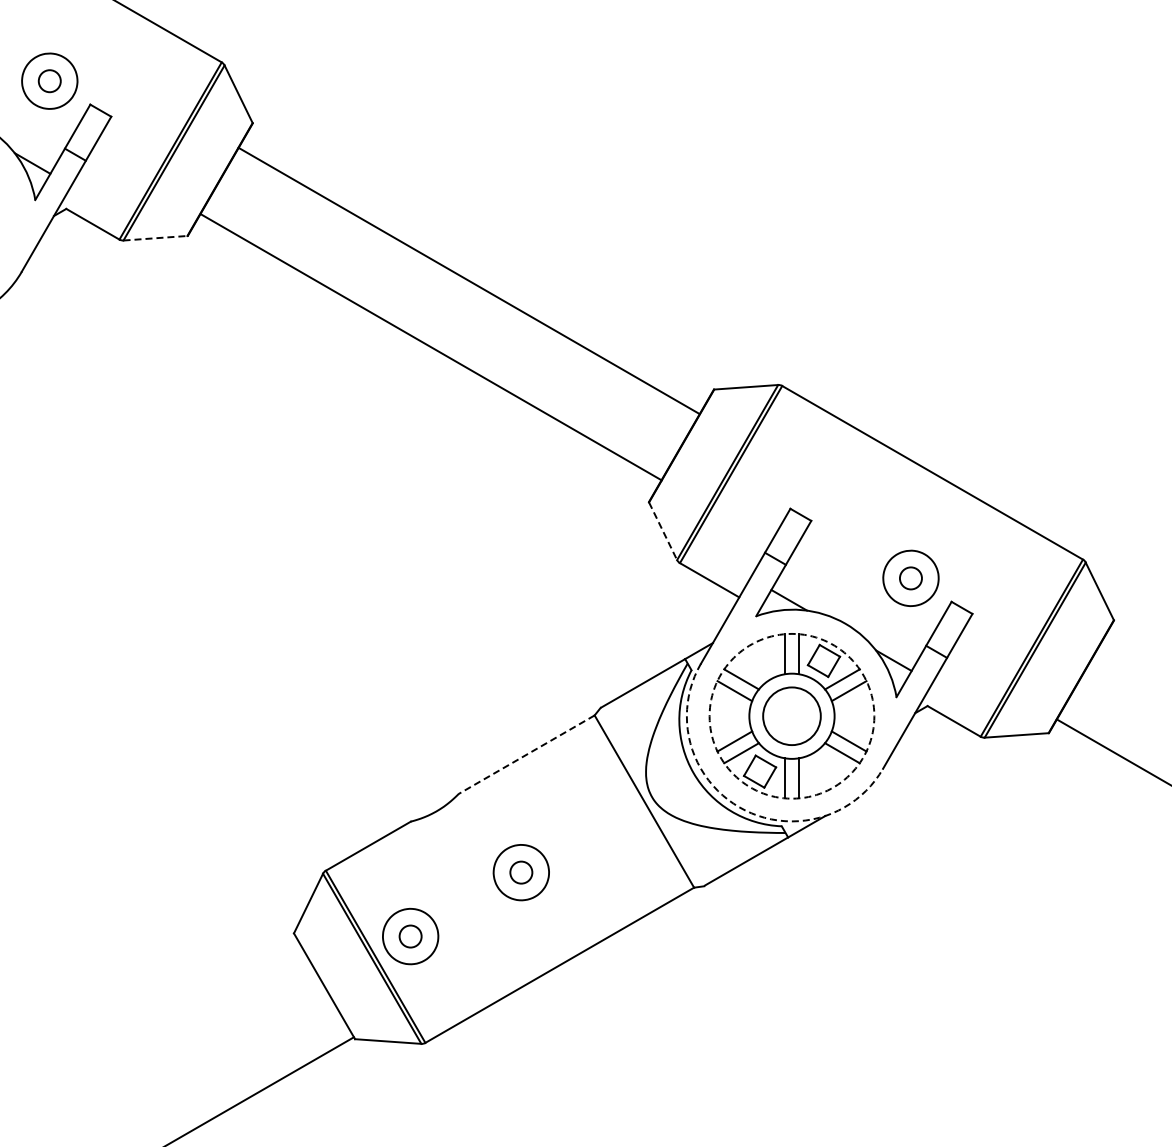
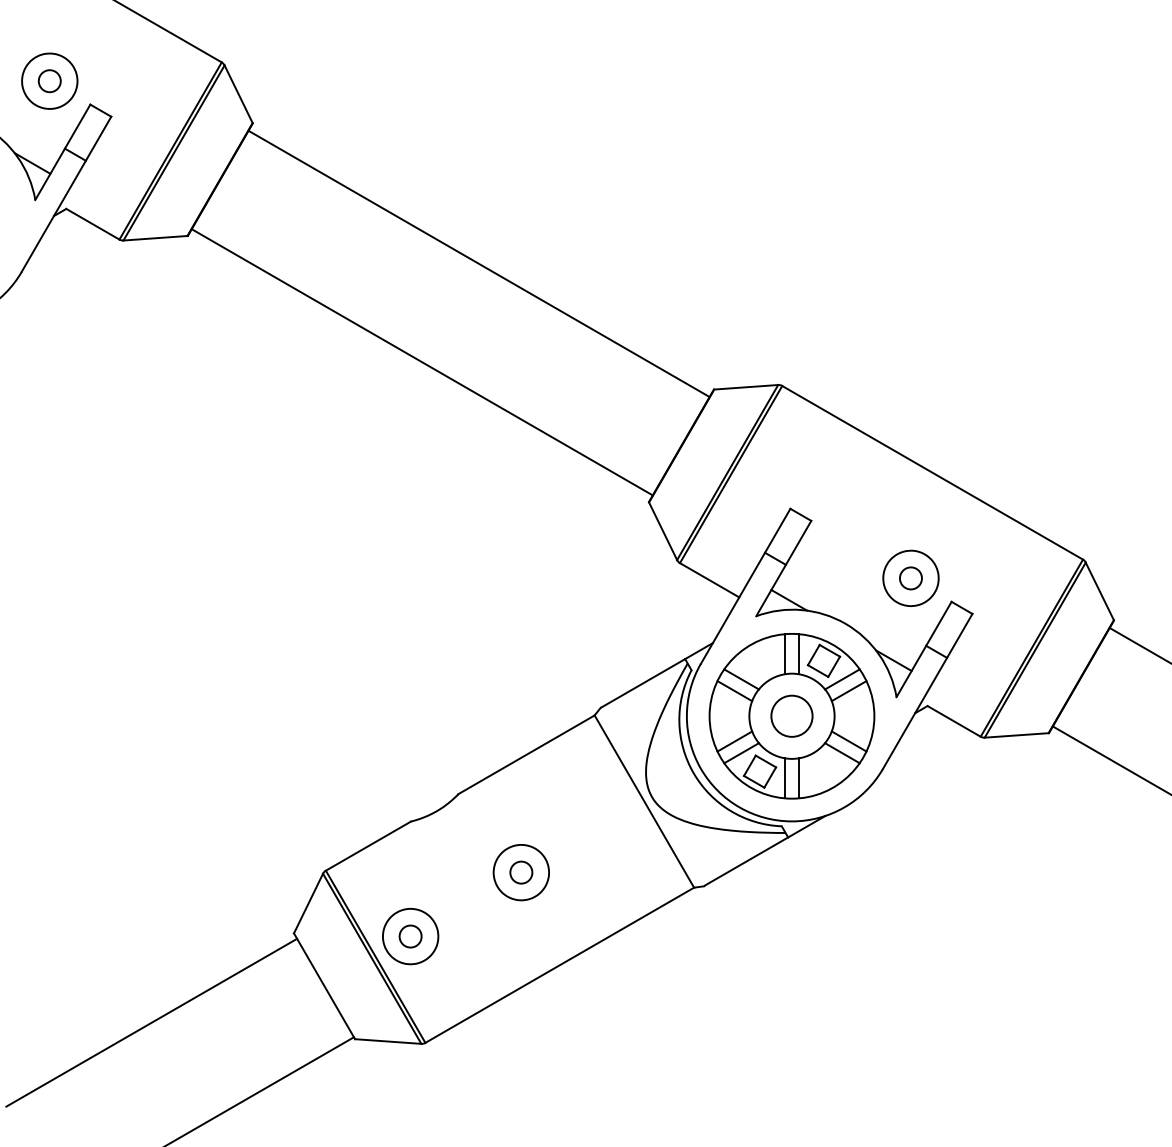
line at (155, 238): dashed -> solid
line at (468, 280) position: (468, 280) -> (478, 263)
line at (430, 347) position: (430, 347) -> (421, 362)
line at (663, 531): dashed -> solid
line at (1138, 645): none -> present
circle at (791, 715): dashed -> solid
circle at (791, 716) diameter: 58 px -> 41 px
line at (1112, 751) position: (1112, 751) -> (1110, 759)
line at (526, 754): dashed -> solid
arc at (739, 807): dashed -> solid
line at (151, 1022): none -> present
